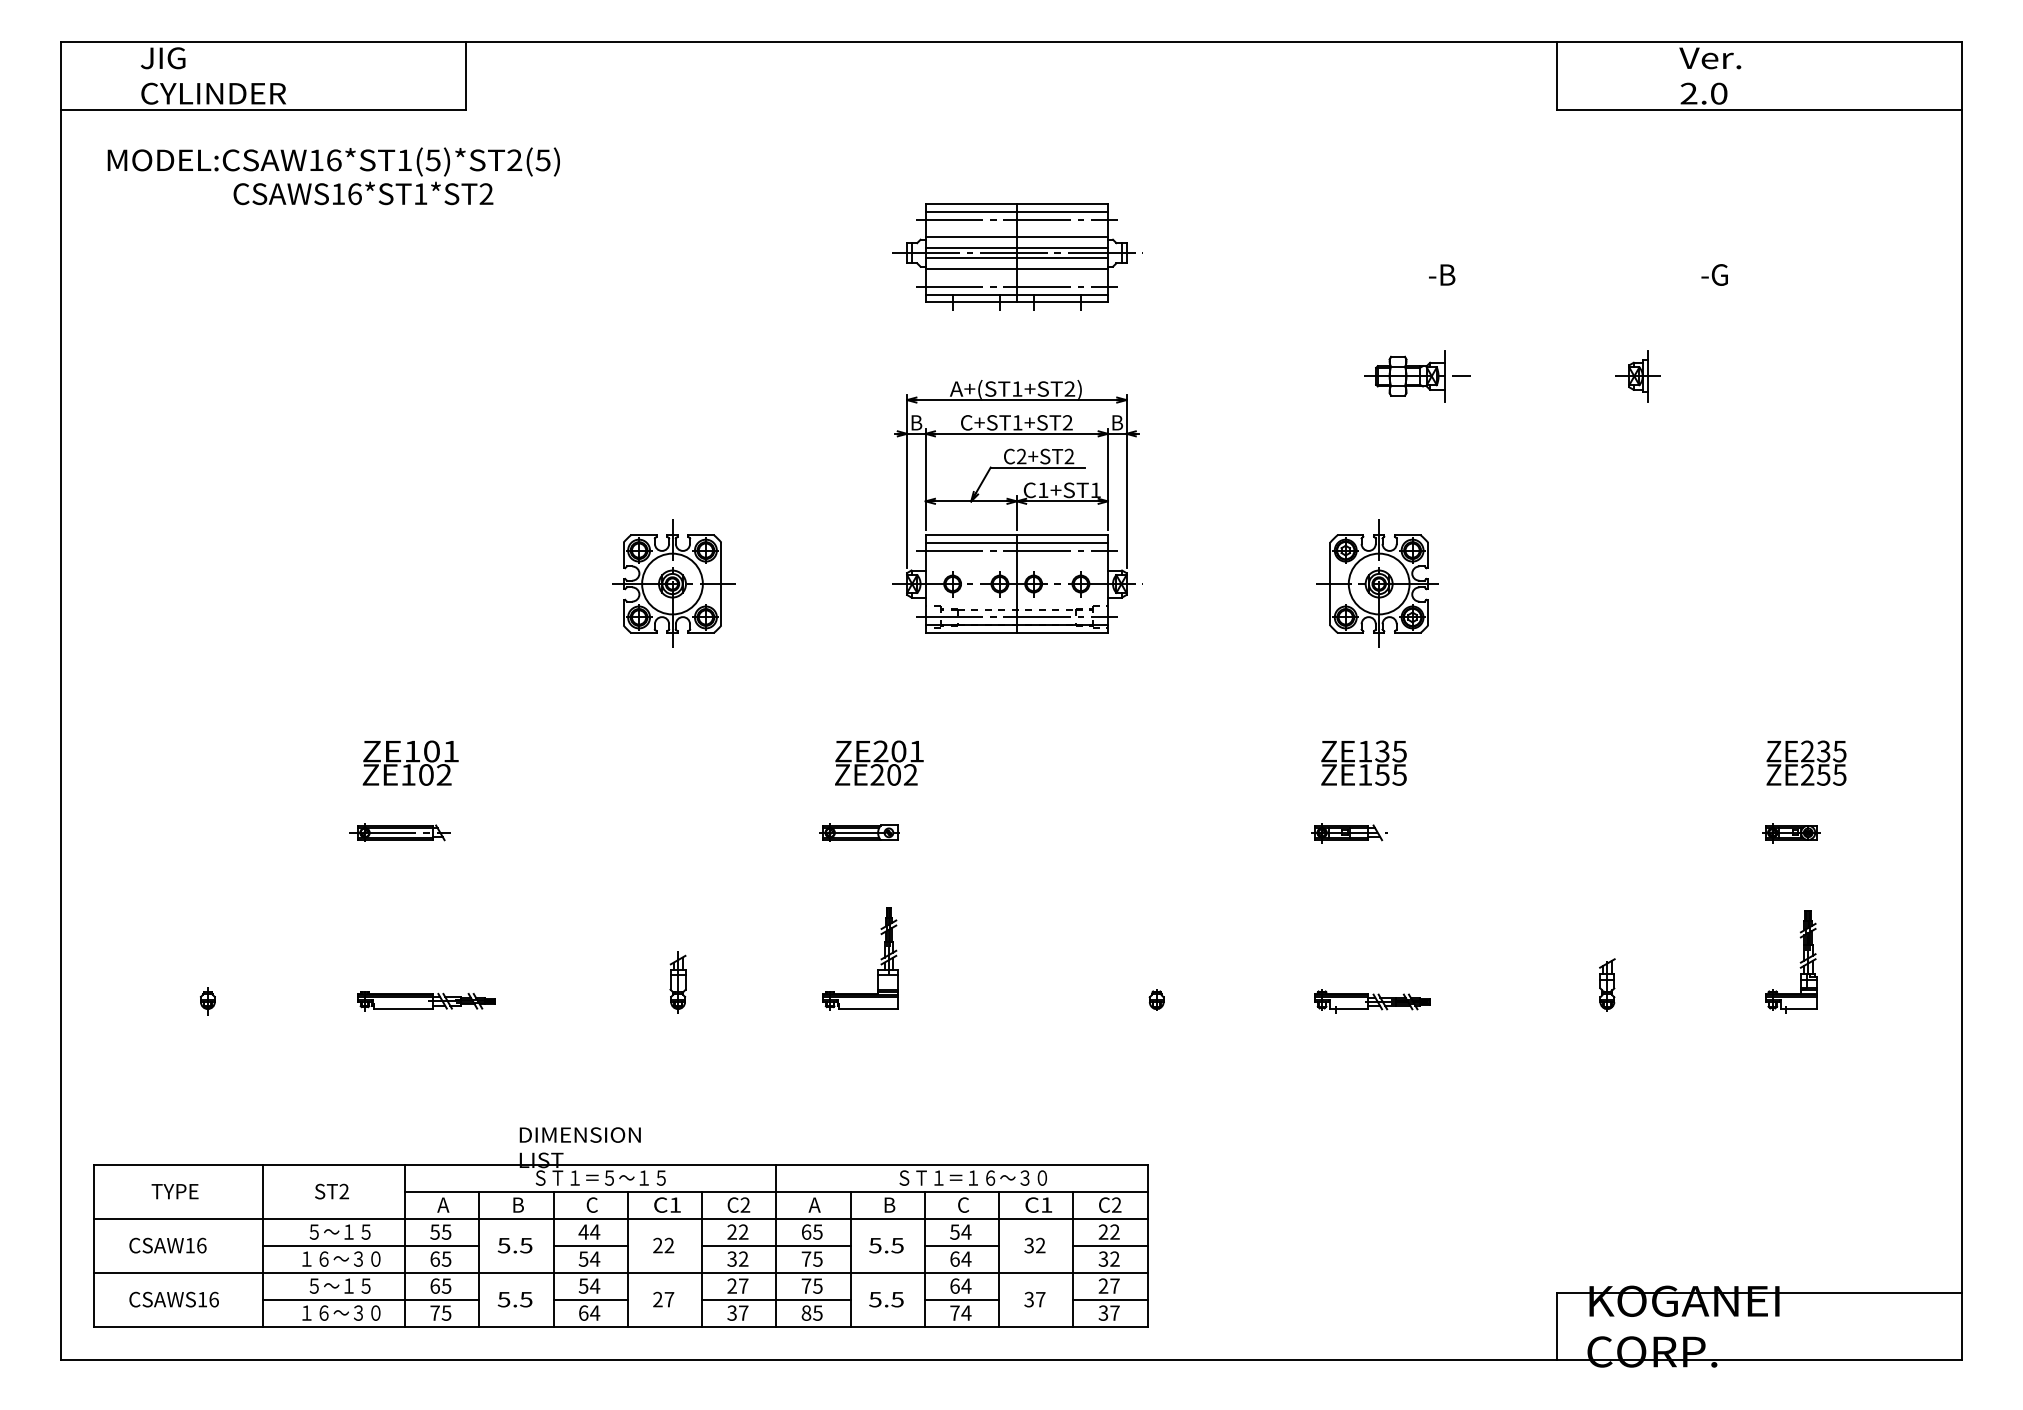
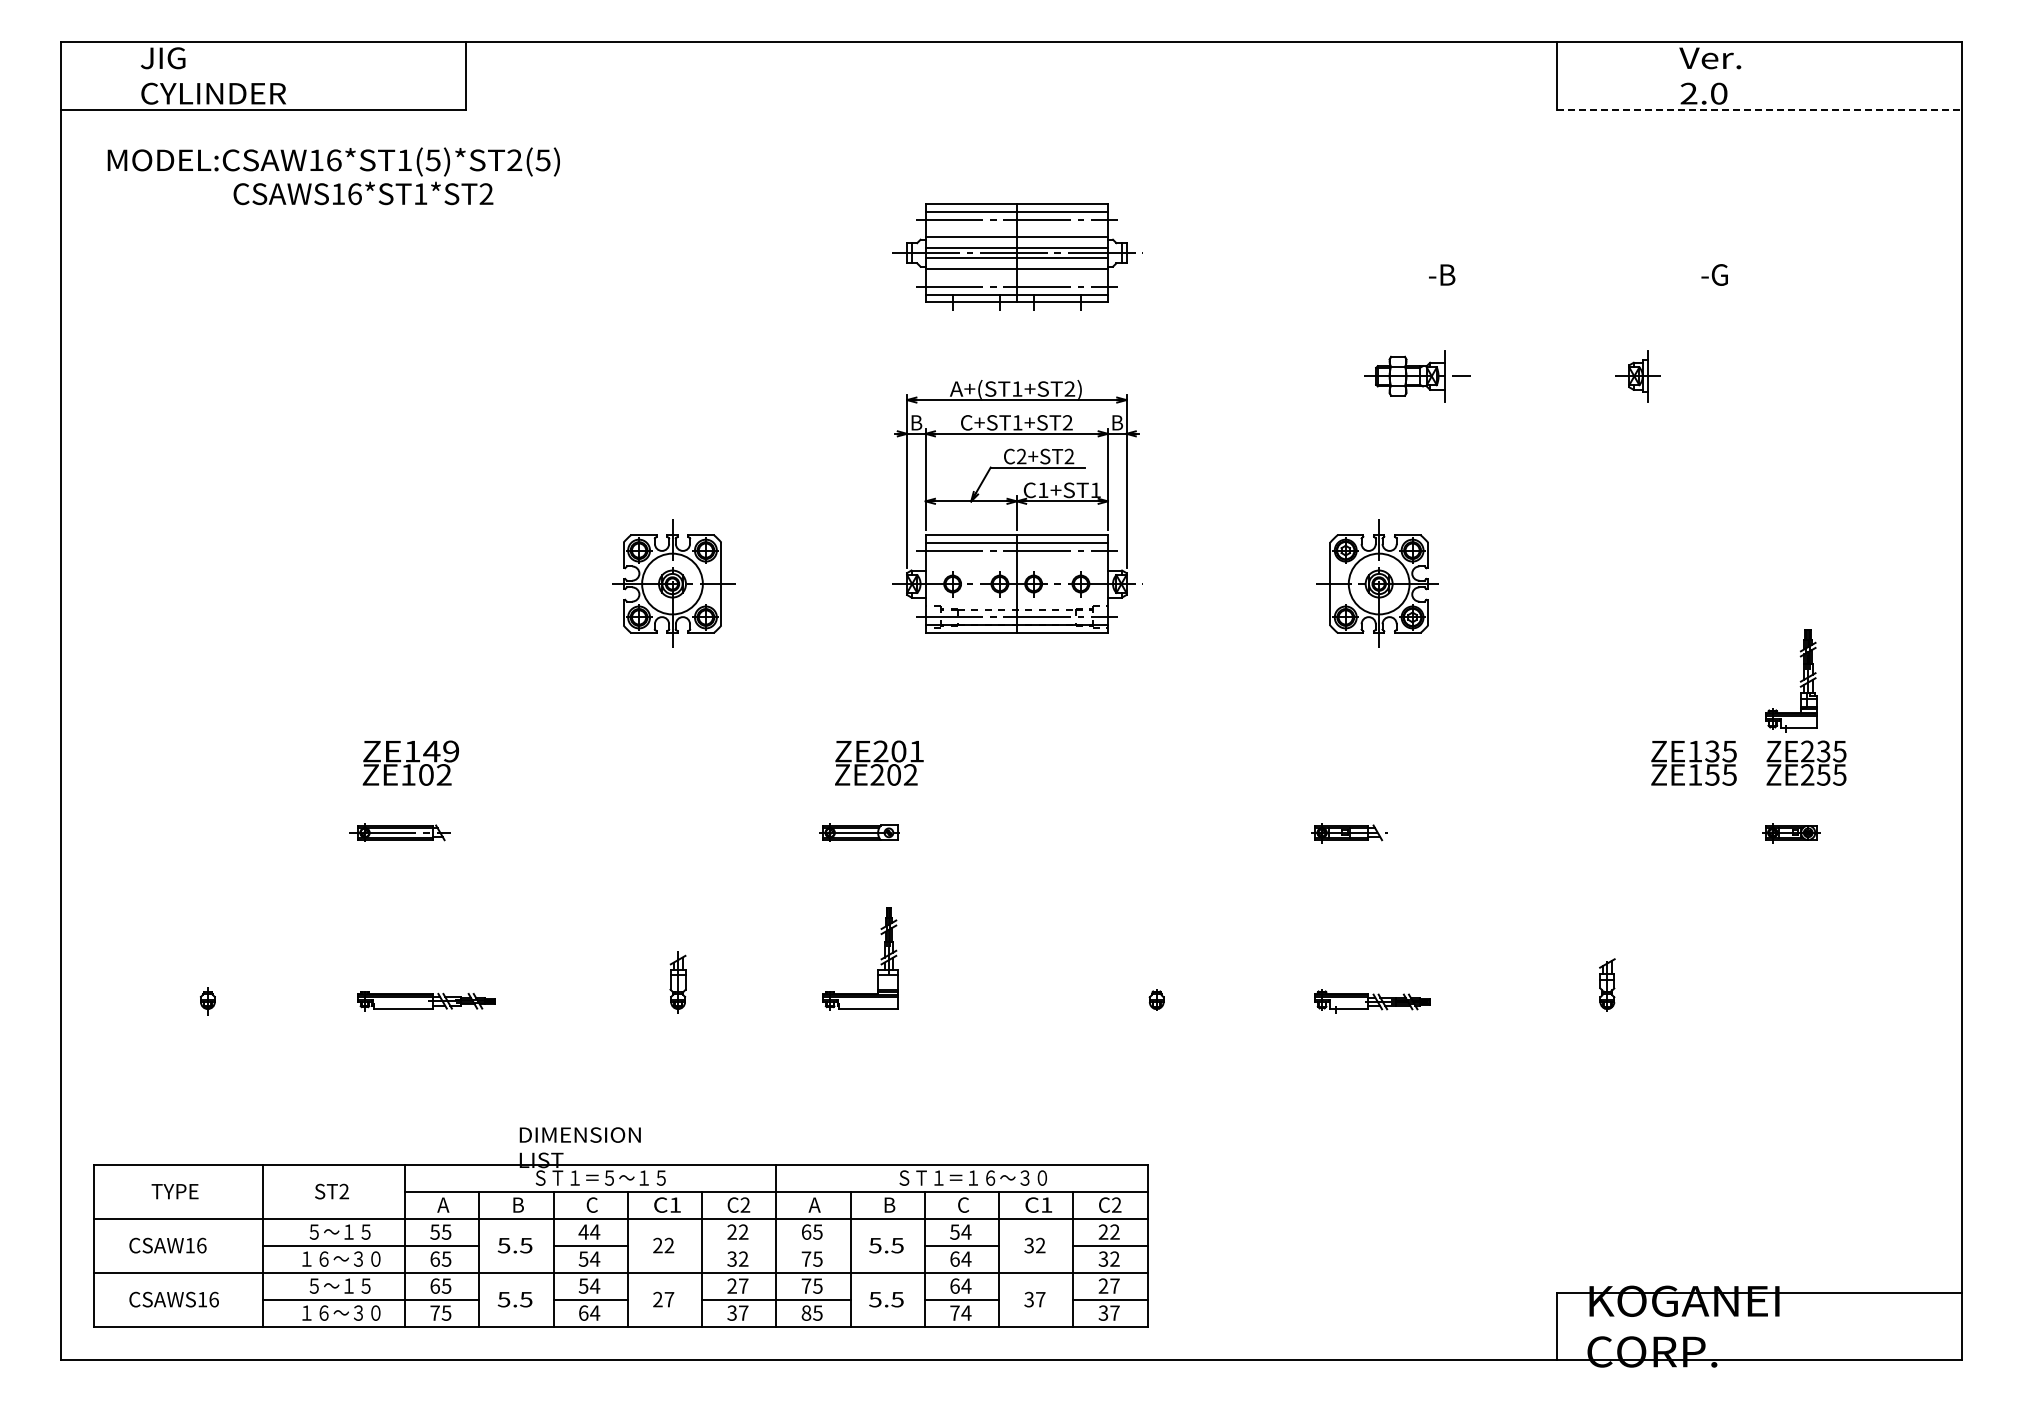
line at (1759, 109): solid -> dashed
text at (440, 751): ZE101 -> ZE149
text at (1363, 762) position: (1363, 762) -> (1693, 762)
part at (1799, 962) position: (1799, 962) -> (1799, 681)
line at (776, 1245): present -> none
